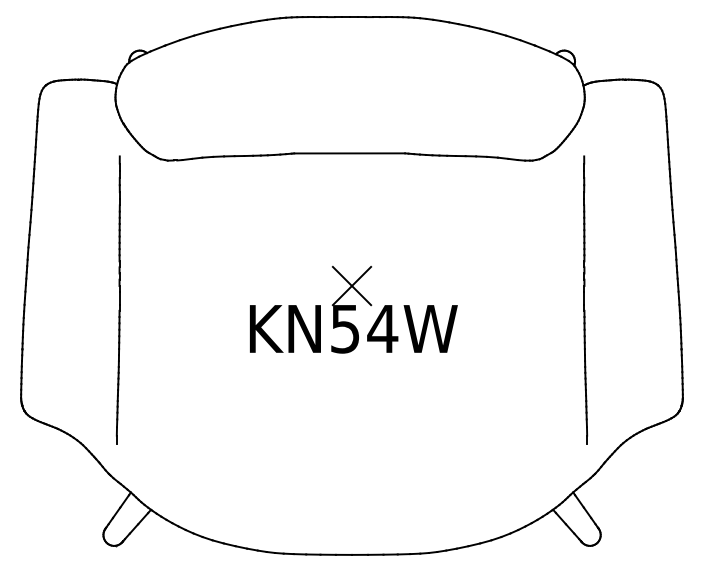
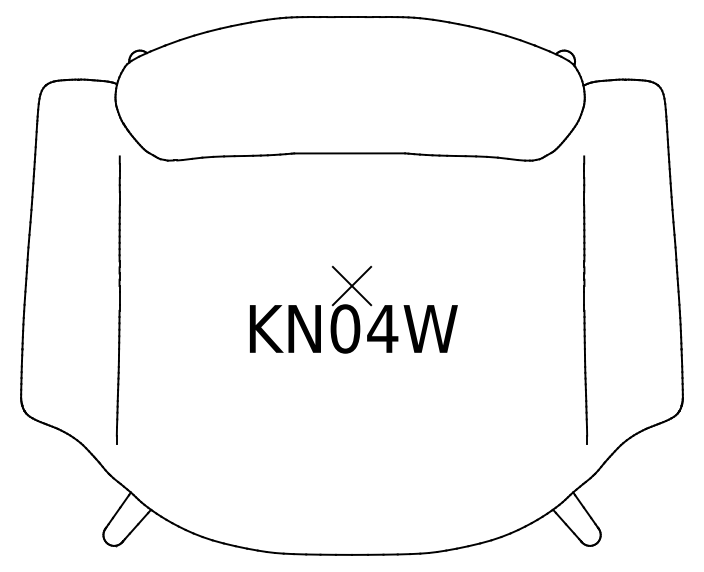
text at (345, 328): KN54W -> KN04W
